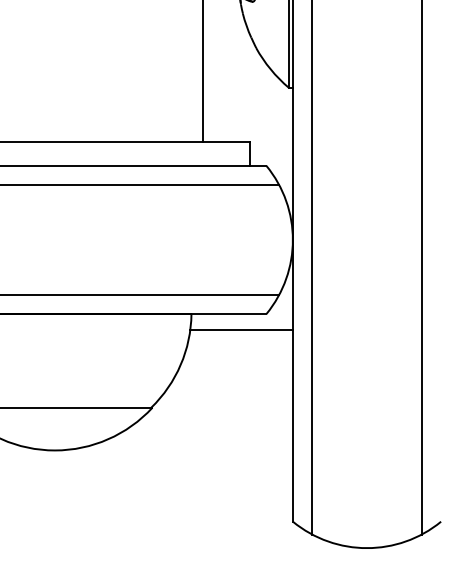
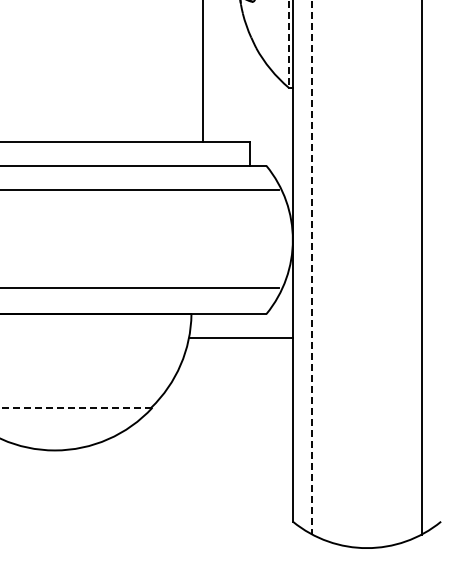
line at (288, 43): solid -> dashed
line at (140, 185) position: (140, 185) -> (140, 190)
line at (312, 268): solid -> dashed
line at (140, 294) position: (140, 294) -> (140, 287)
line at (241, 329) position: (241, 329) -> (241, 337)
line at (75, 407): solid -> dashed
